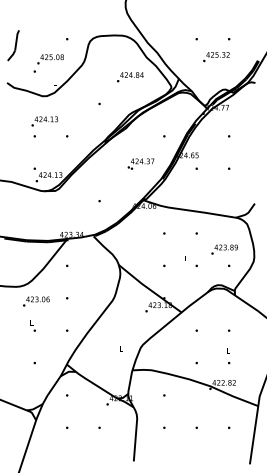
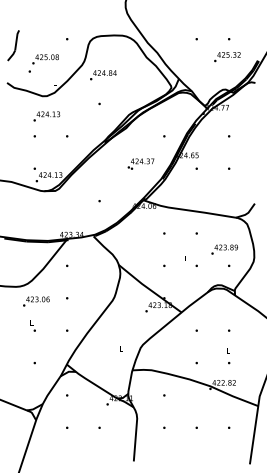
text at (216, 57) position: (216, 57) -> (227, 57)
text at (48, 63) position: (48, 63) -> (43, 63)
text at (130, 77) position: (130, 77) -> (103, 75)
text at (44, 121) position: (44, 121) -> (46, 116)
